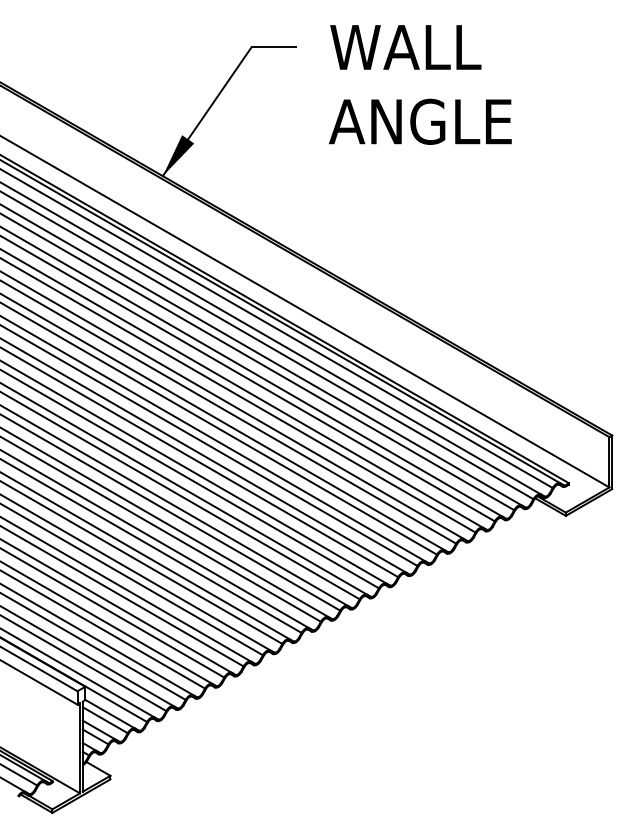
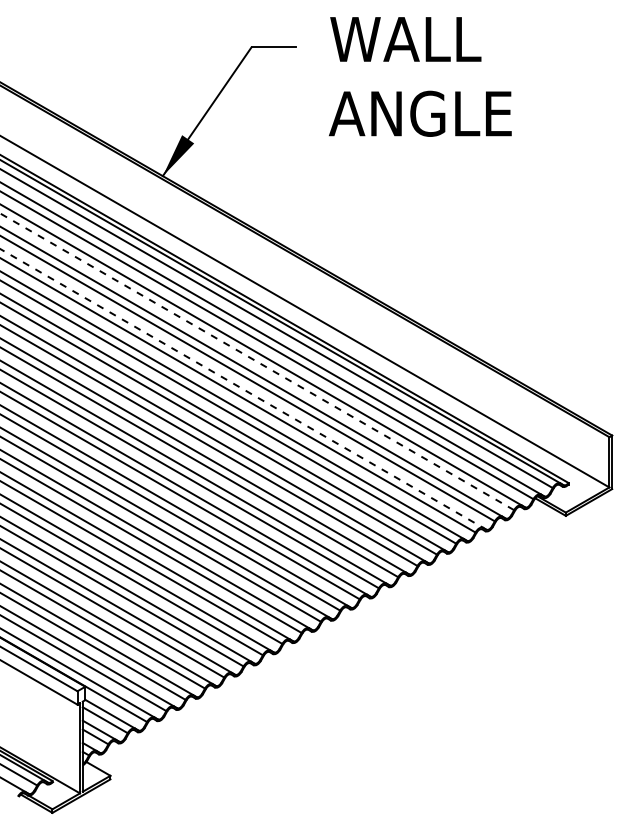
text at (420, 84) position: (420, 84) -> (420, 76)
line at (257, 361): solid -> dashed
line at (243, 389): solid -> dashed
